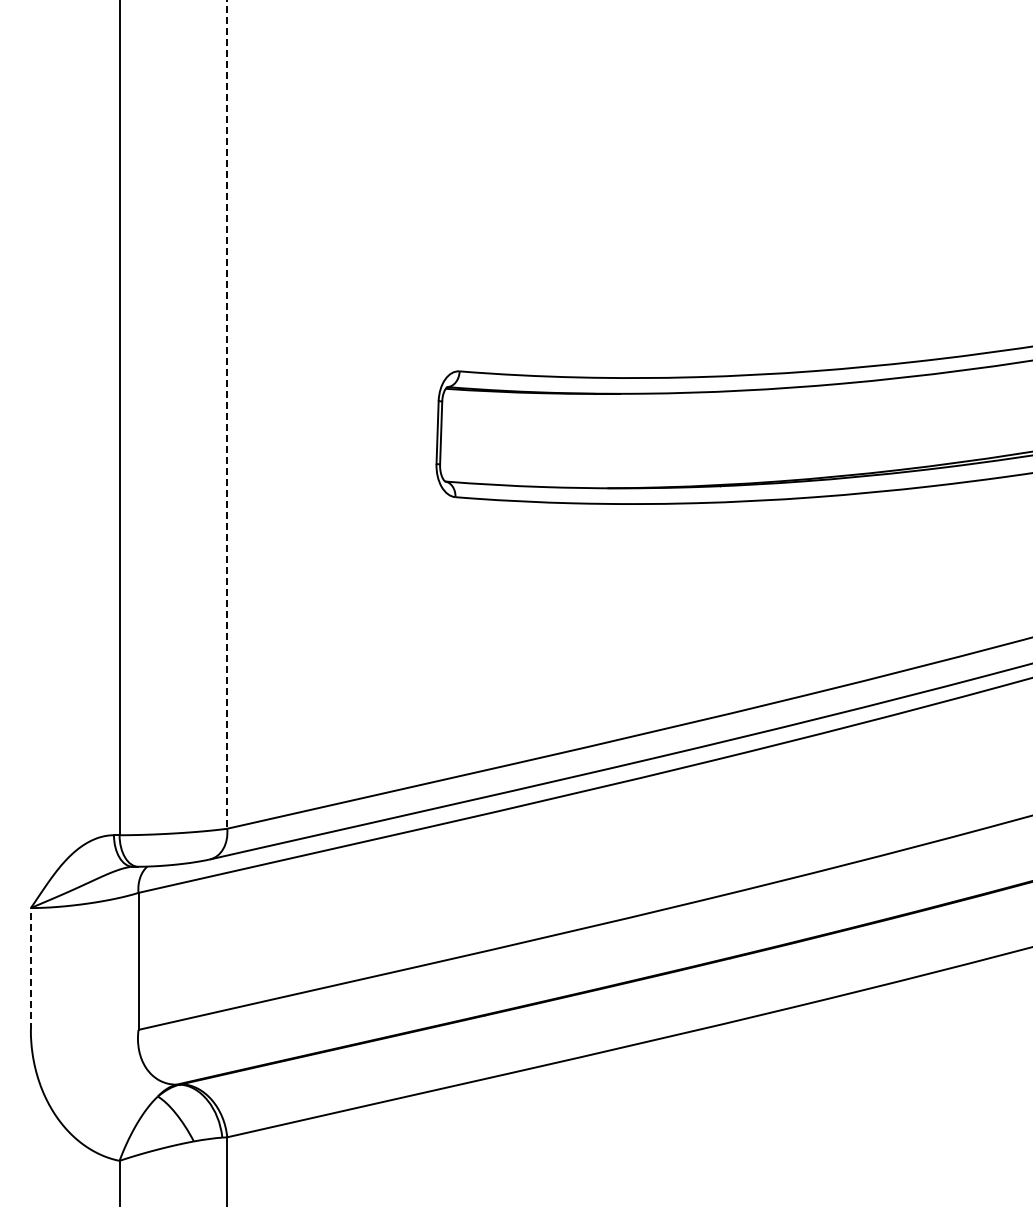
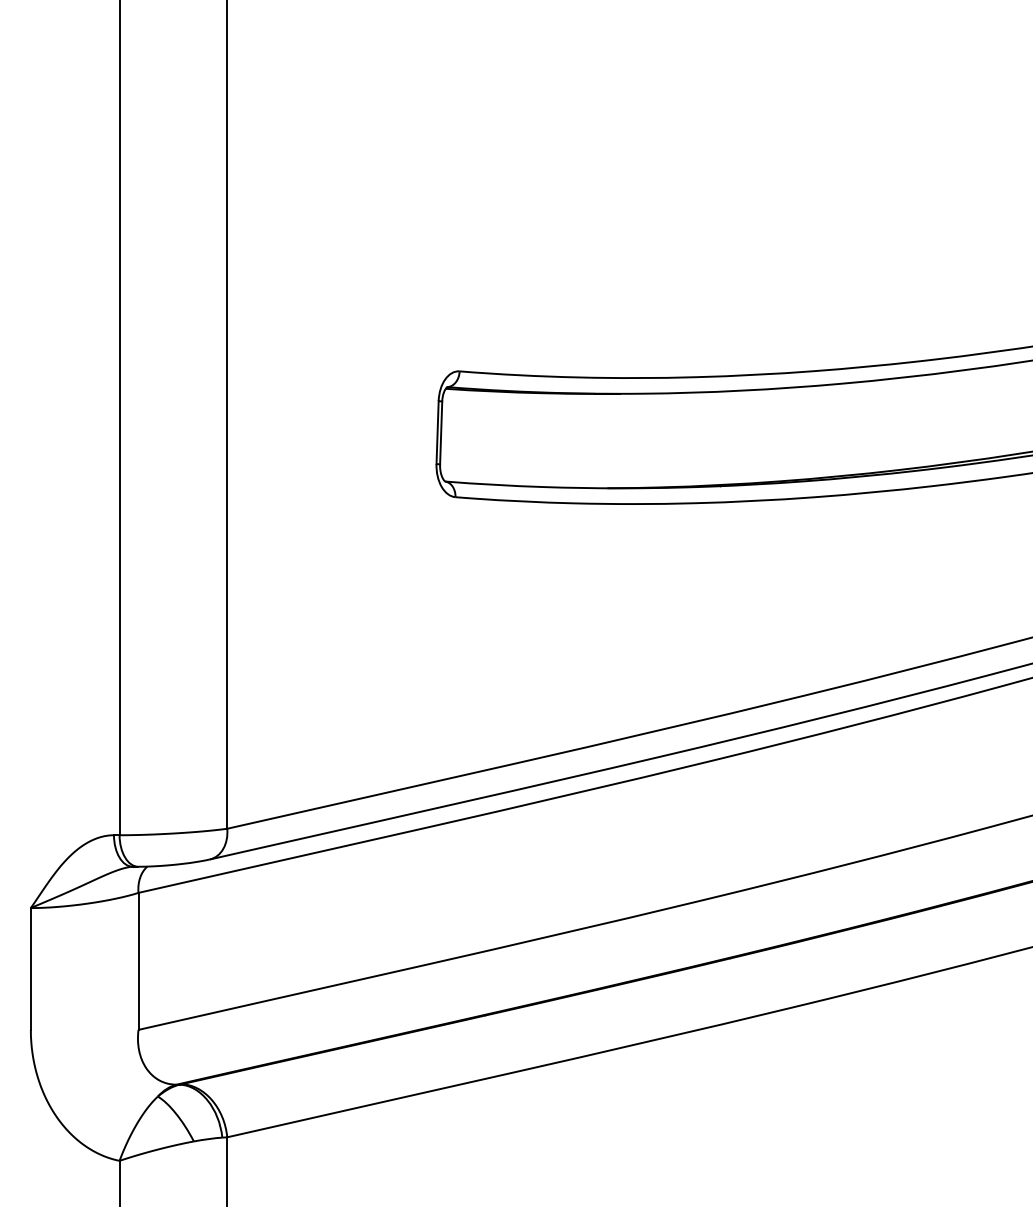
line at (227, 414): dashed -> solid
line at (30, 968): dashed -> solid
